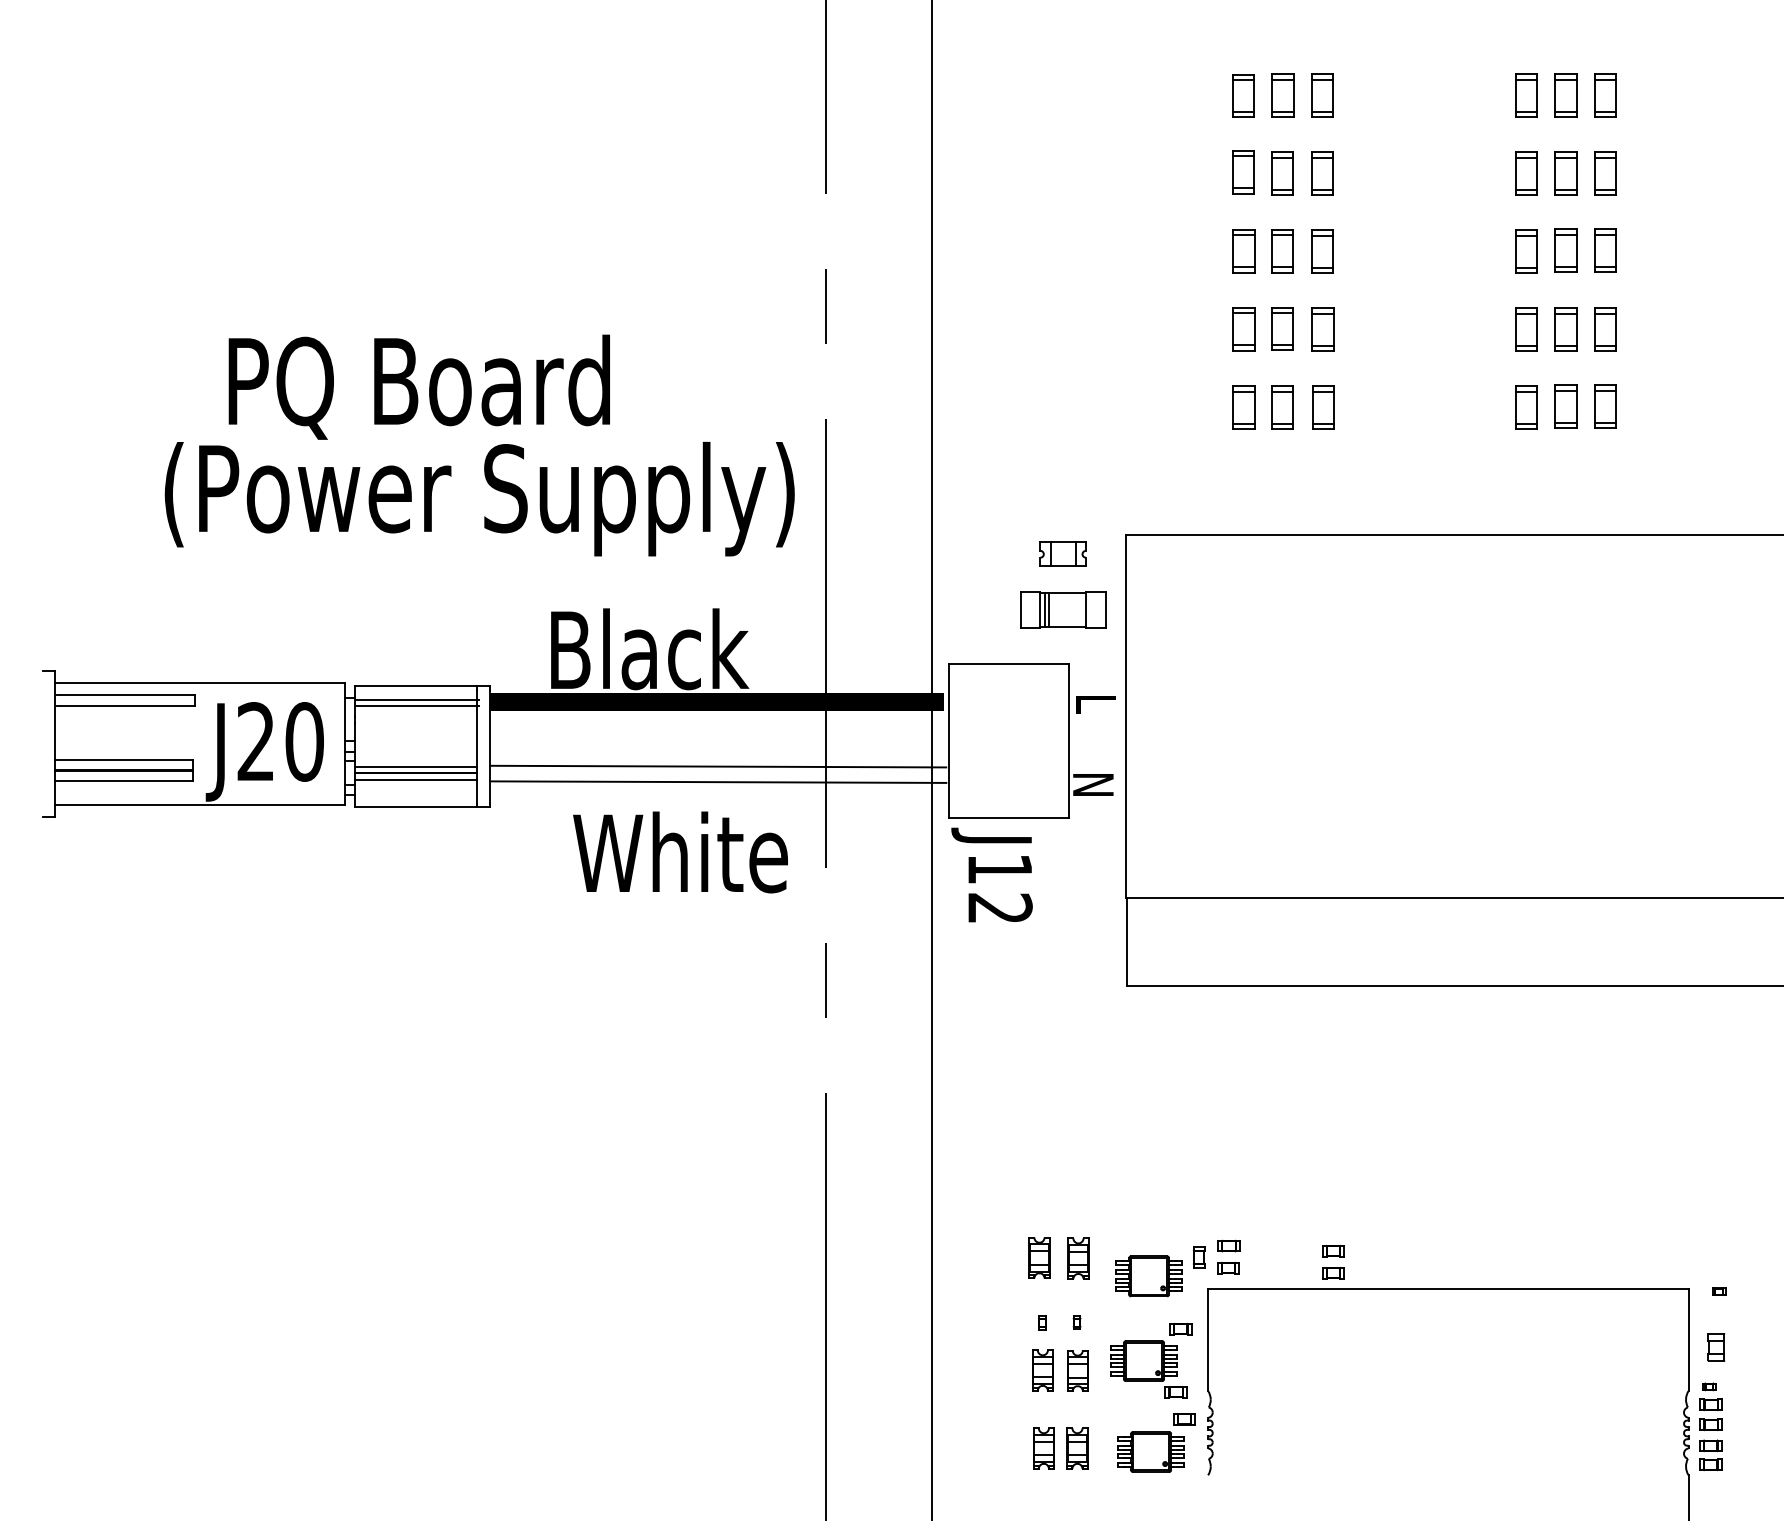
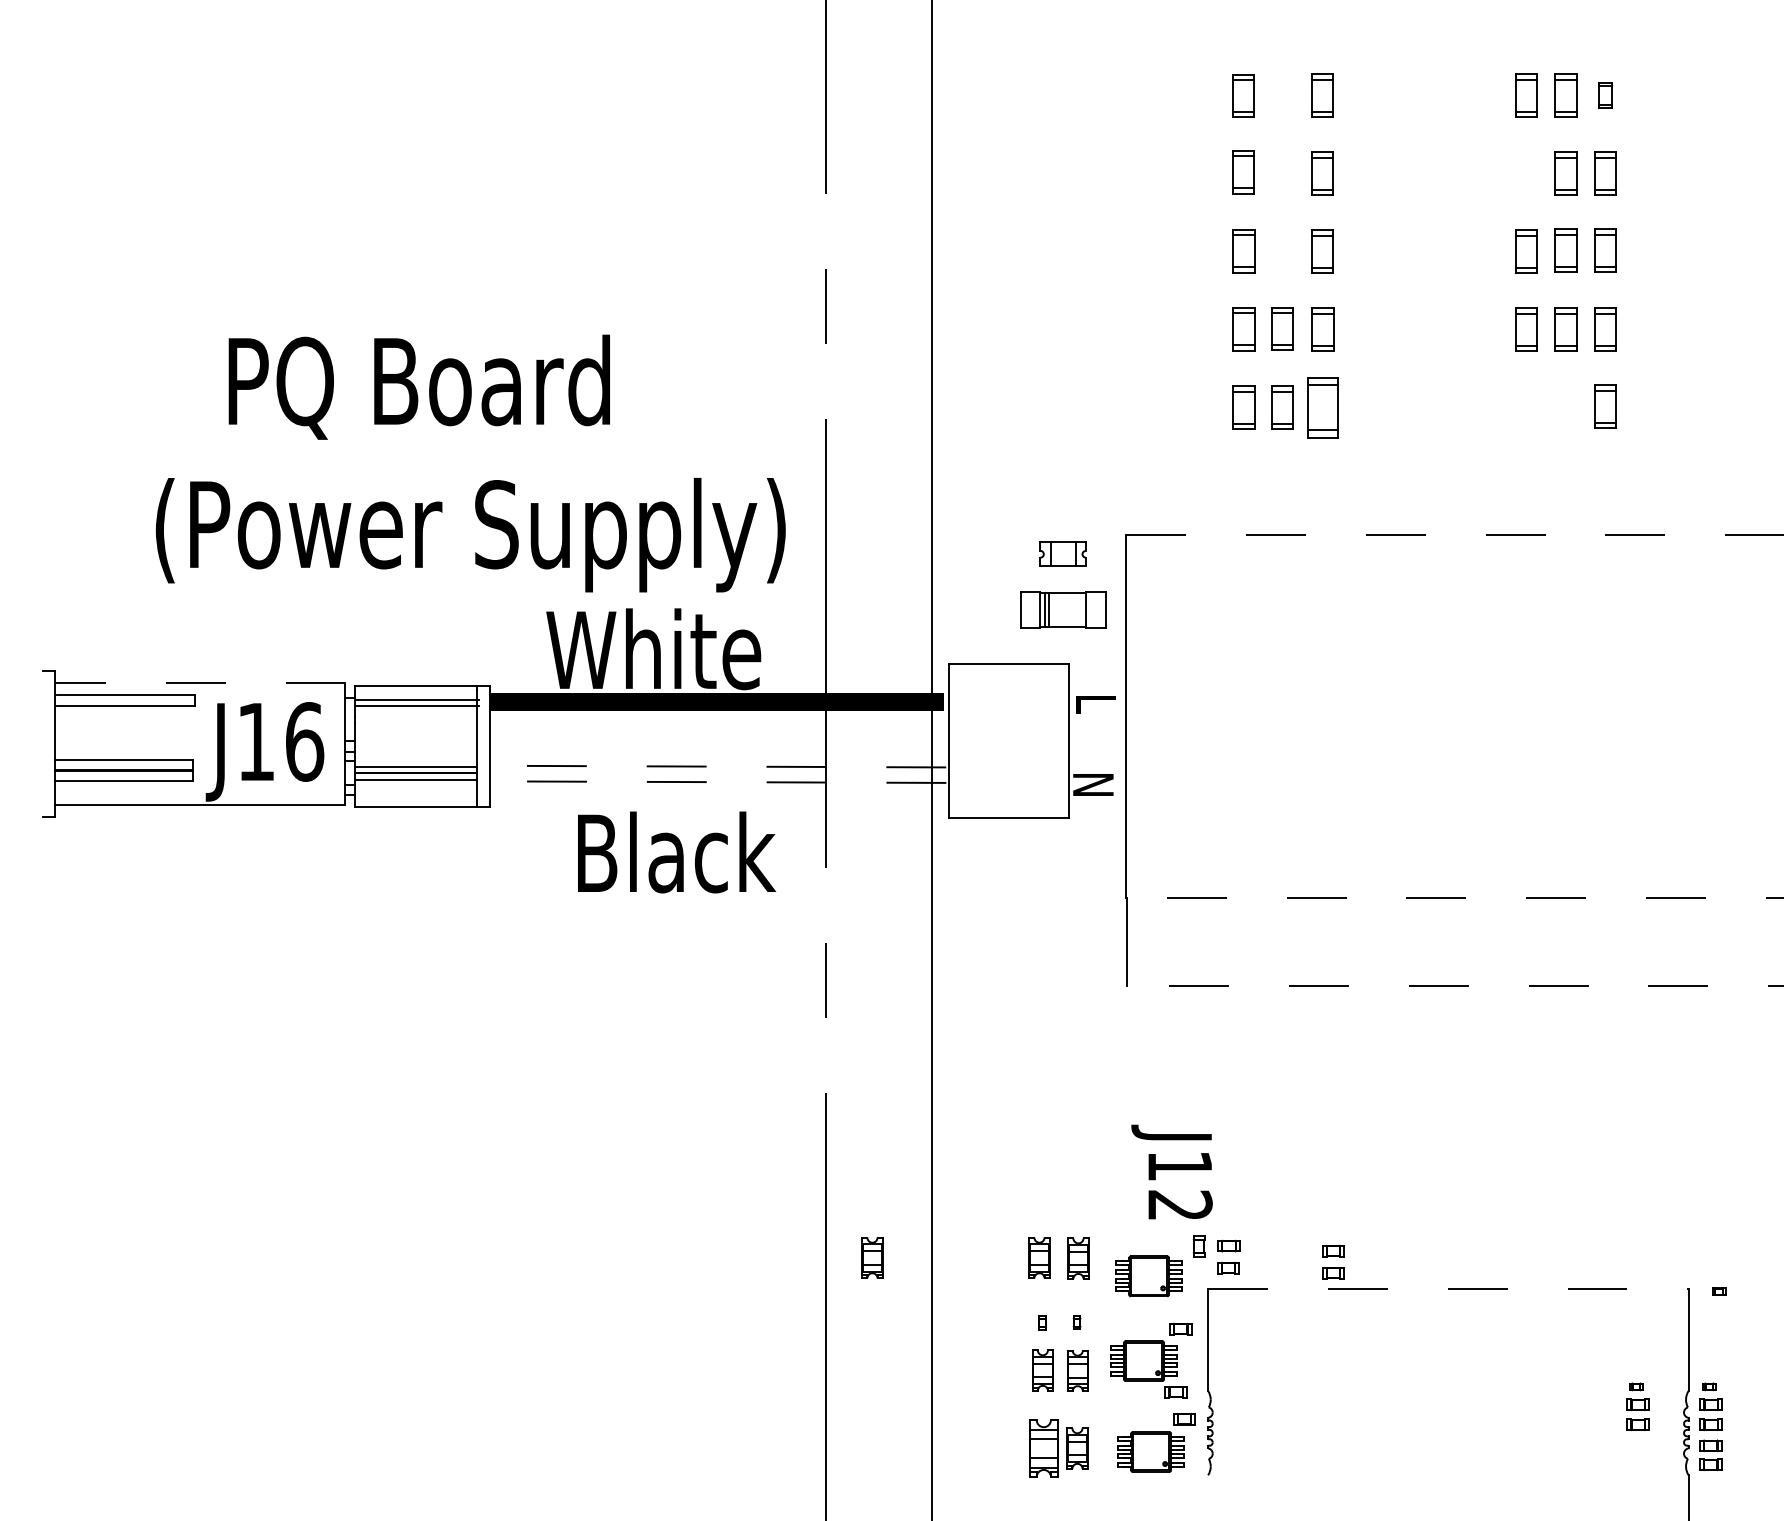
part at (1282, 95): present -> none
part at (1605, 95) size: 23x45 px -> 15x27 px
part at (1282, 173): present -> none
part at (1526, 173): present -> none
part at (1282, 251): present -> none
part at (1565, 406): present -> none
part at (1323, 407) size: 23x45 px -> 32x62 px
part at (1526, 407): present -> none
text at (479, 499) position: (479, 499) -> (470, 535)
line at (1455, 534): solid -> dashed
text at (653, 649): Black -> White
line at (199, 683): solid -> dashed
text at (280, 741): J20 -> J16
line at (717, 766): solid -> dashed
line at (717, 782): solid -> dashed
text at (680, 852): White -> Black
text at (991, 874) position: (991, 874) -> (1171, 1171)
line at (1455, 897): solid -> dashed
line at (1455, 986): solid -> dashed
part at (872, 1257): none -> present
part at (1198, 1257) position: (1198, 1257) -> (1198, 1246)
line at (1448, 1288): solid -> dashed
part at (1716, 1347): present -> none
part at (1637, 1406): none -> present
part at (1043, 1448) size: 22x43 px -> 30x59 px
